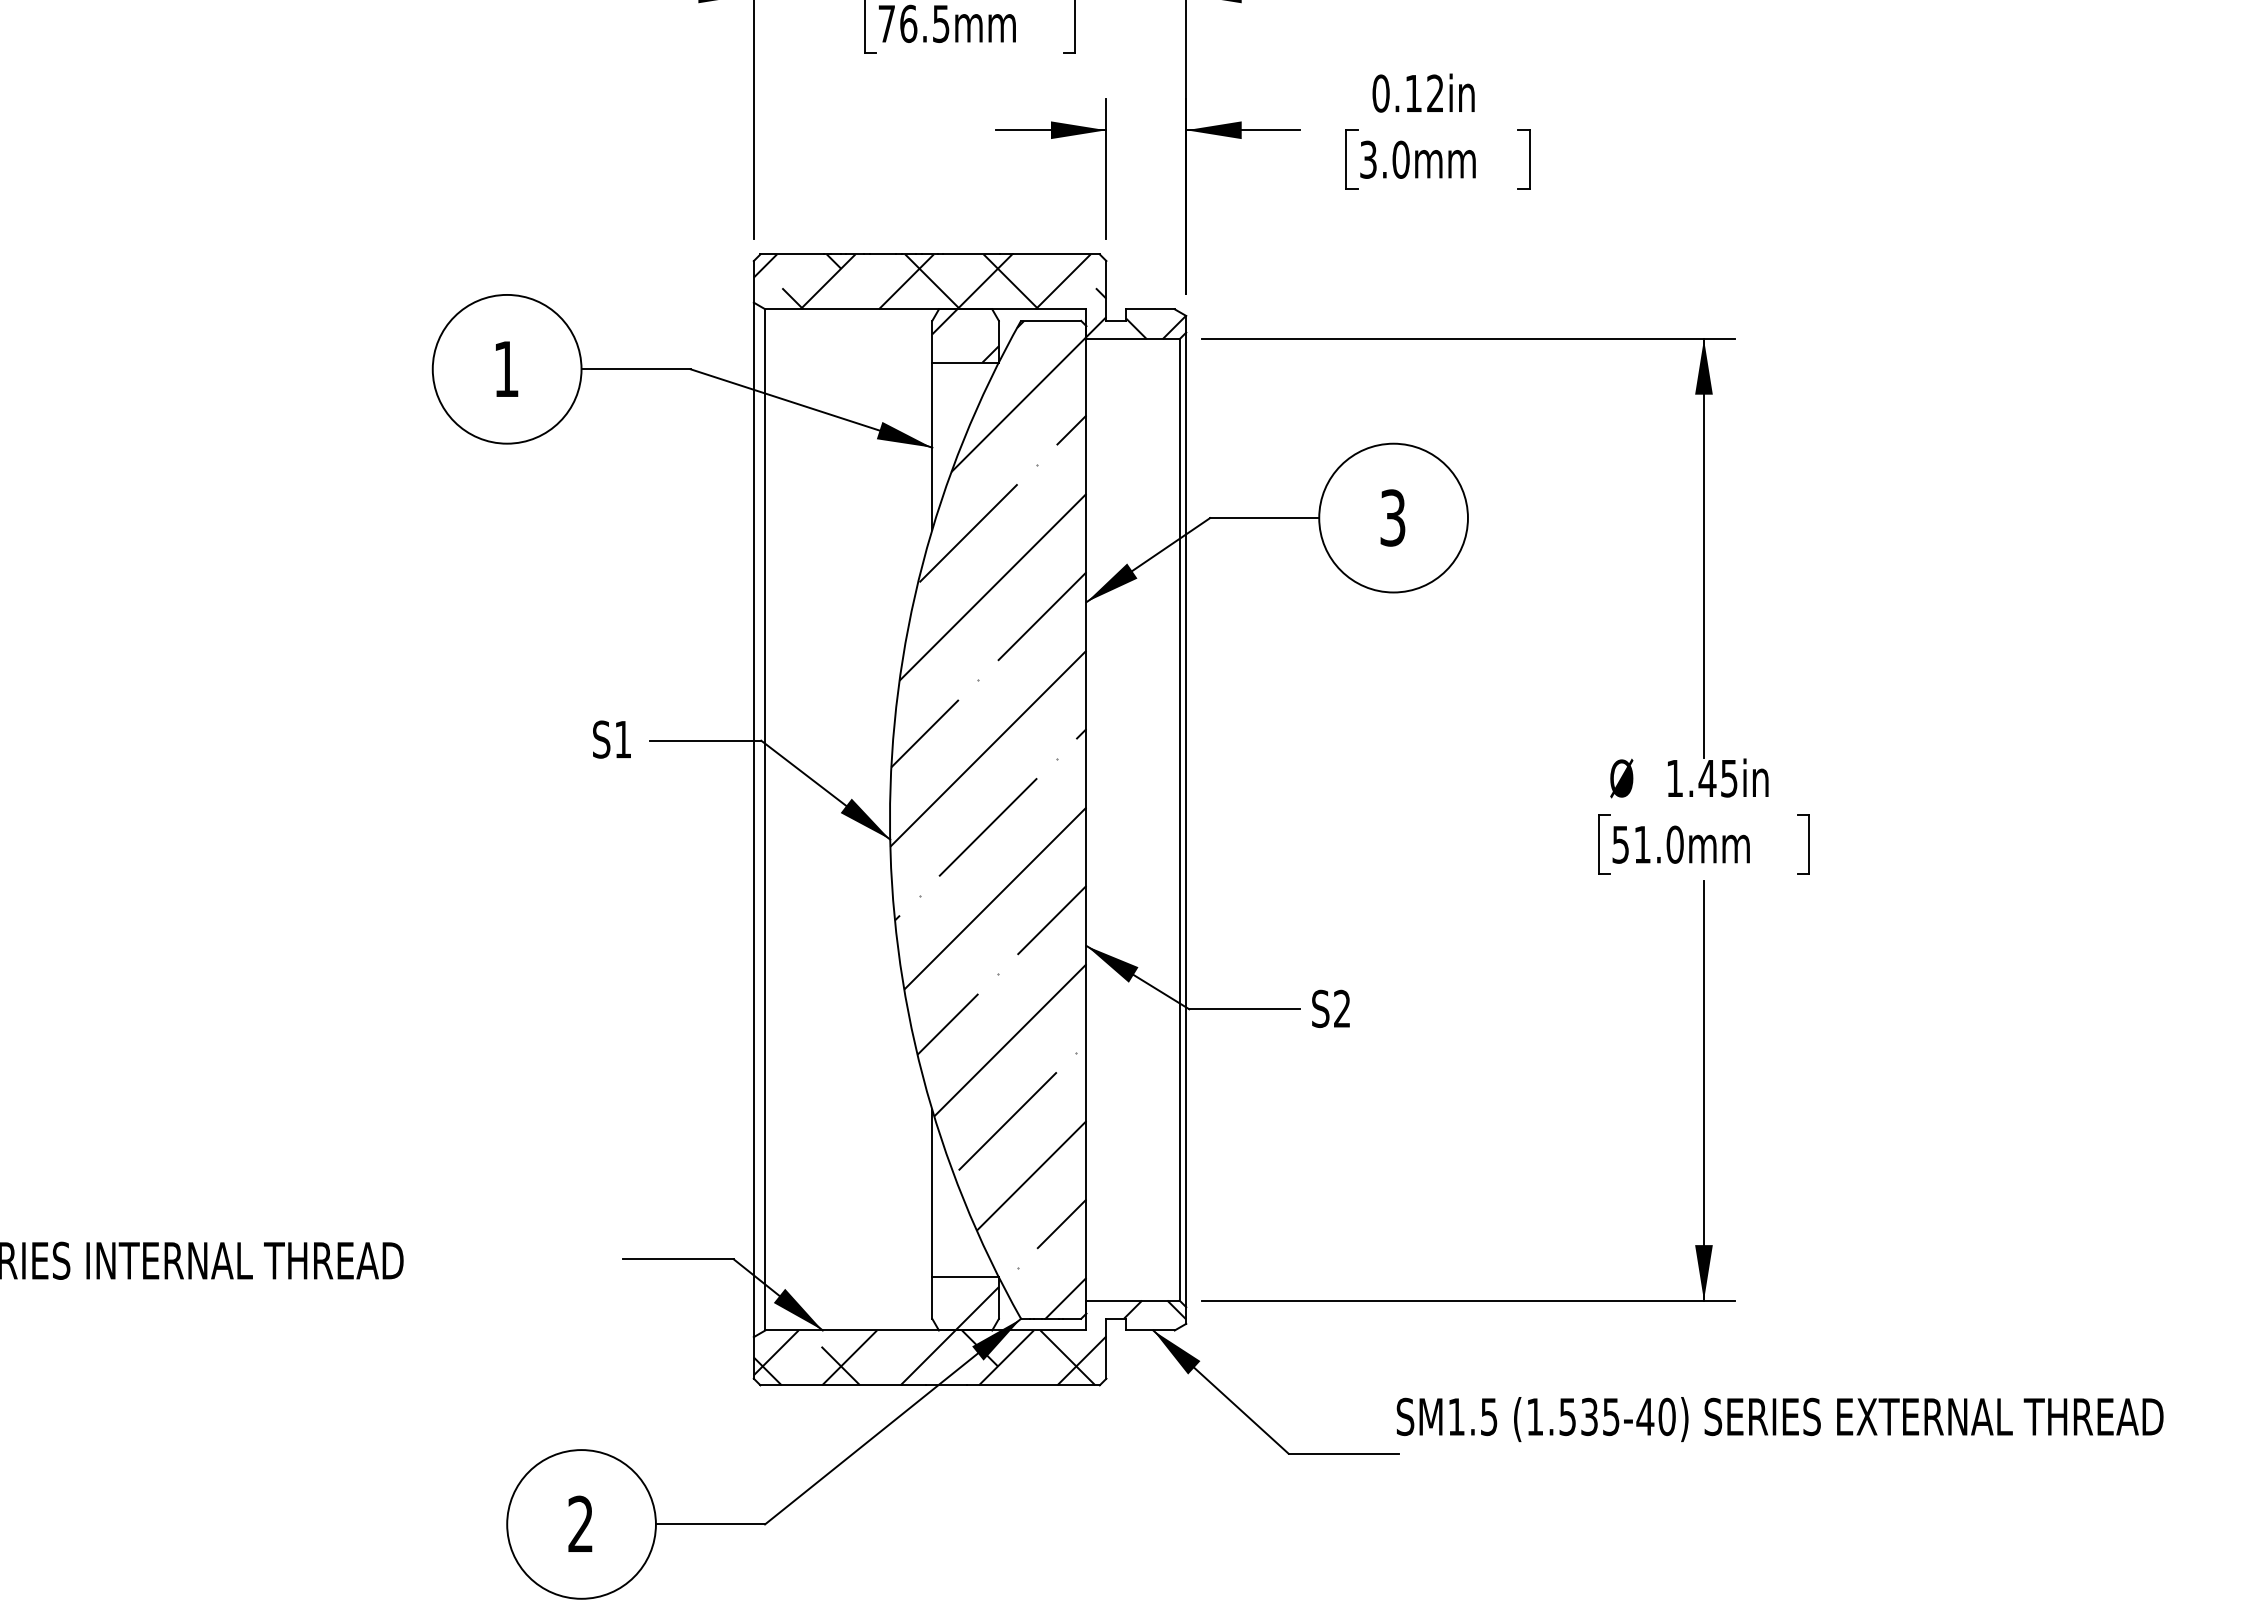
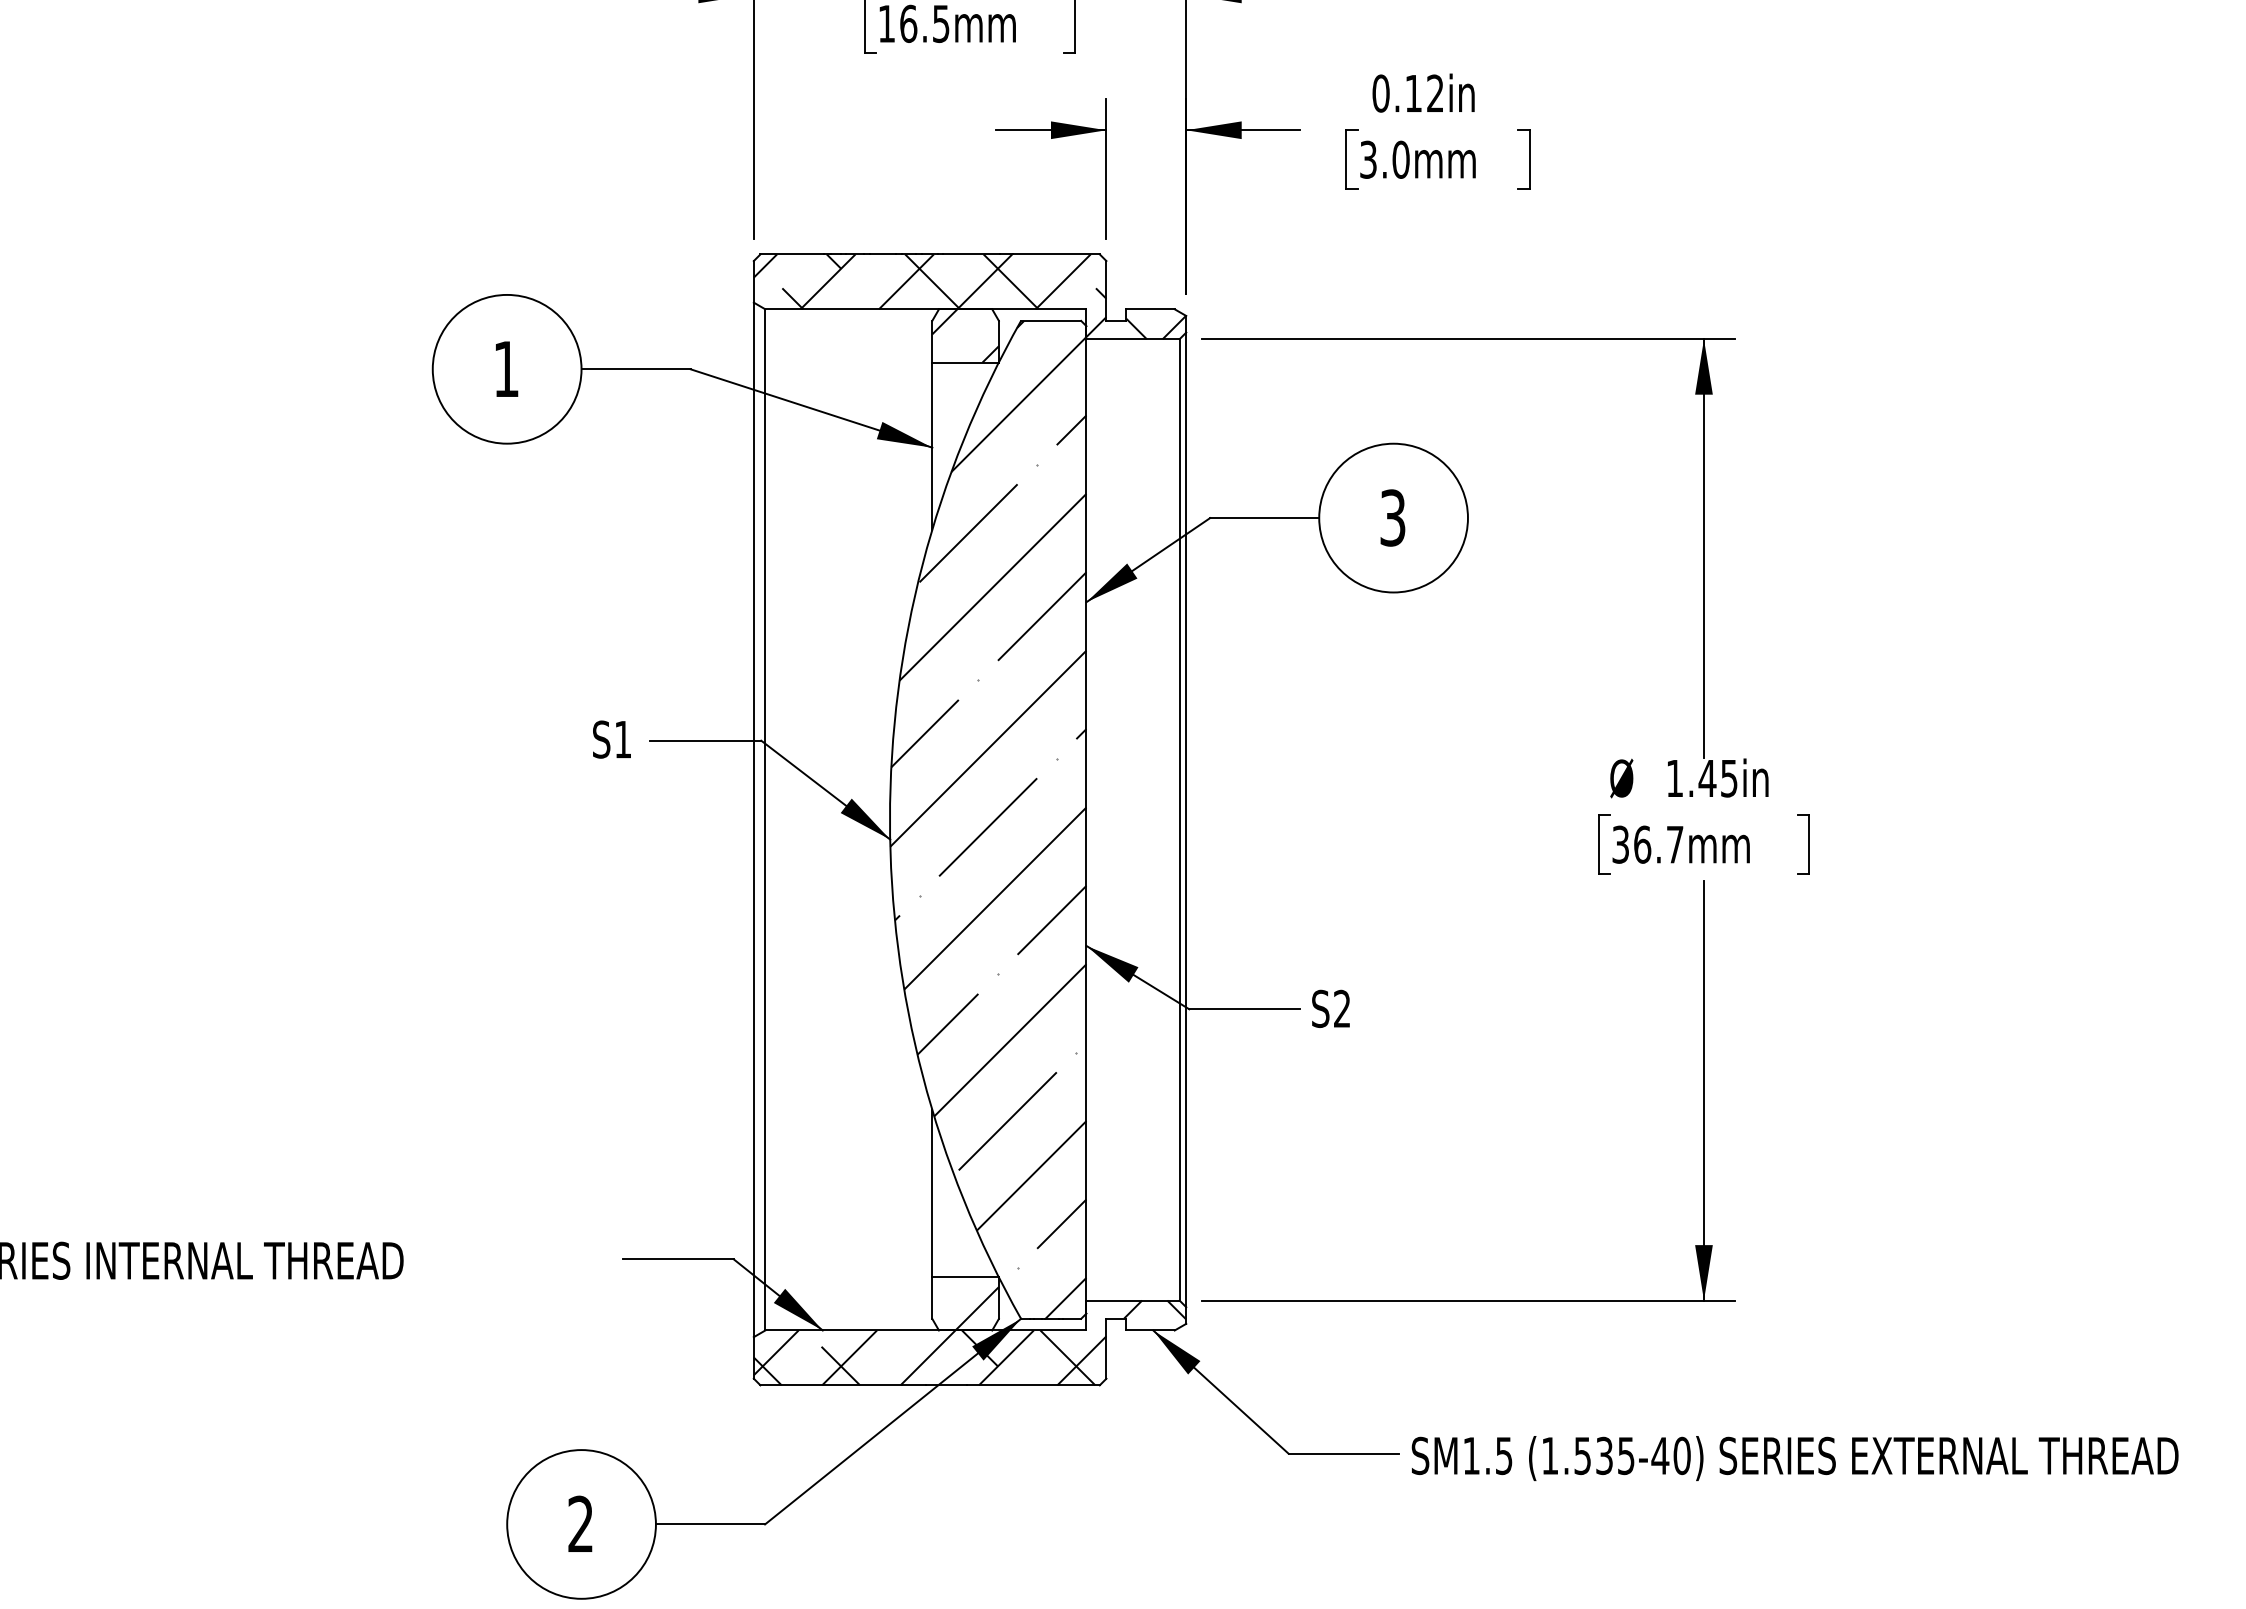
text at (886, 23): 76.5mm -> 16.5mm
text at (1648, 844): 51.0mm -> 36.7mm
text at (1779, 1419) position: (1779, 1419) -> (1794, 1458)
